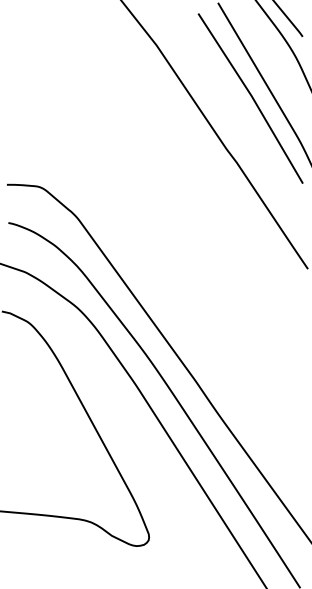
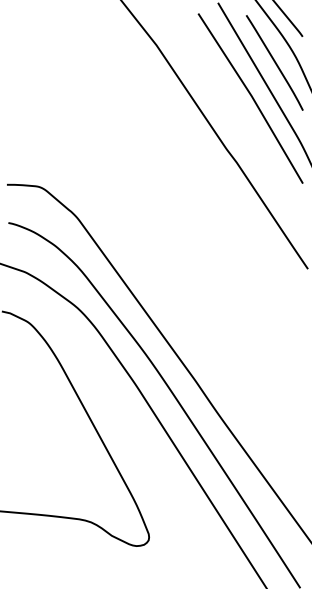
curve at (274, 62): none -> present
